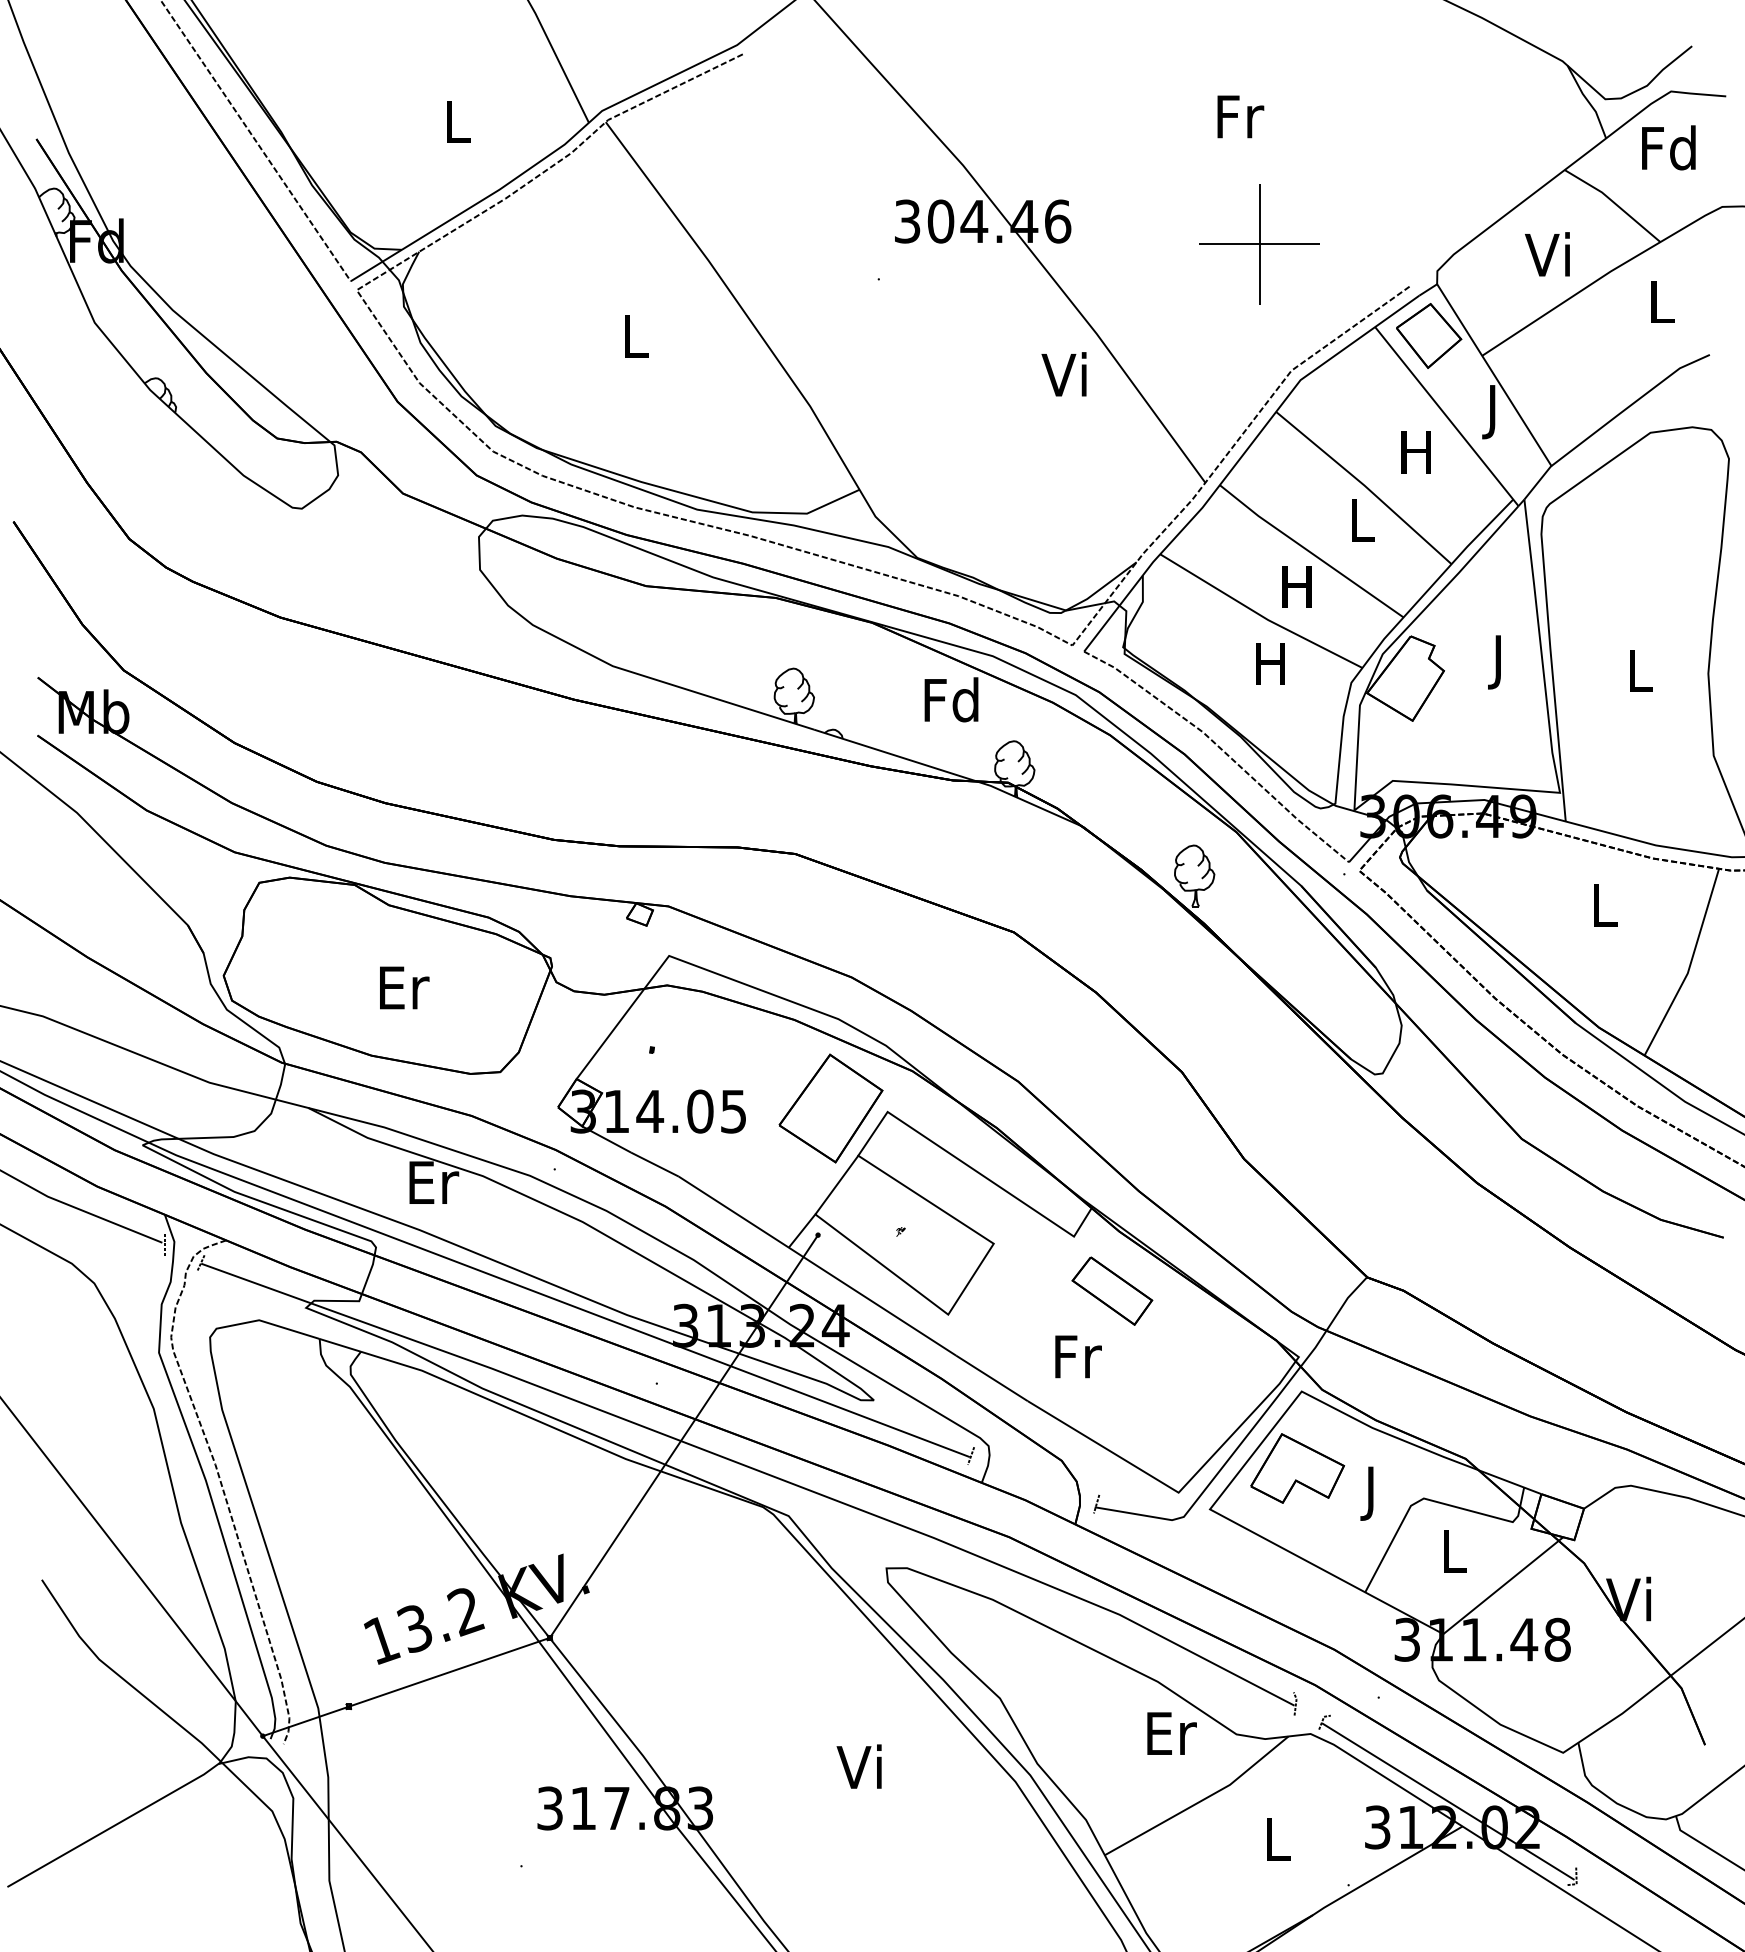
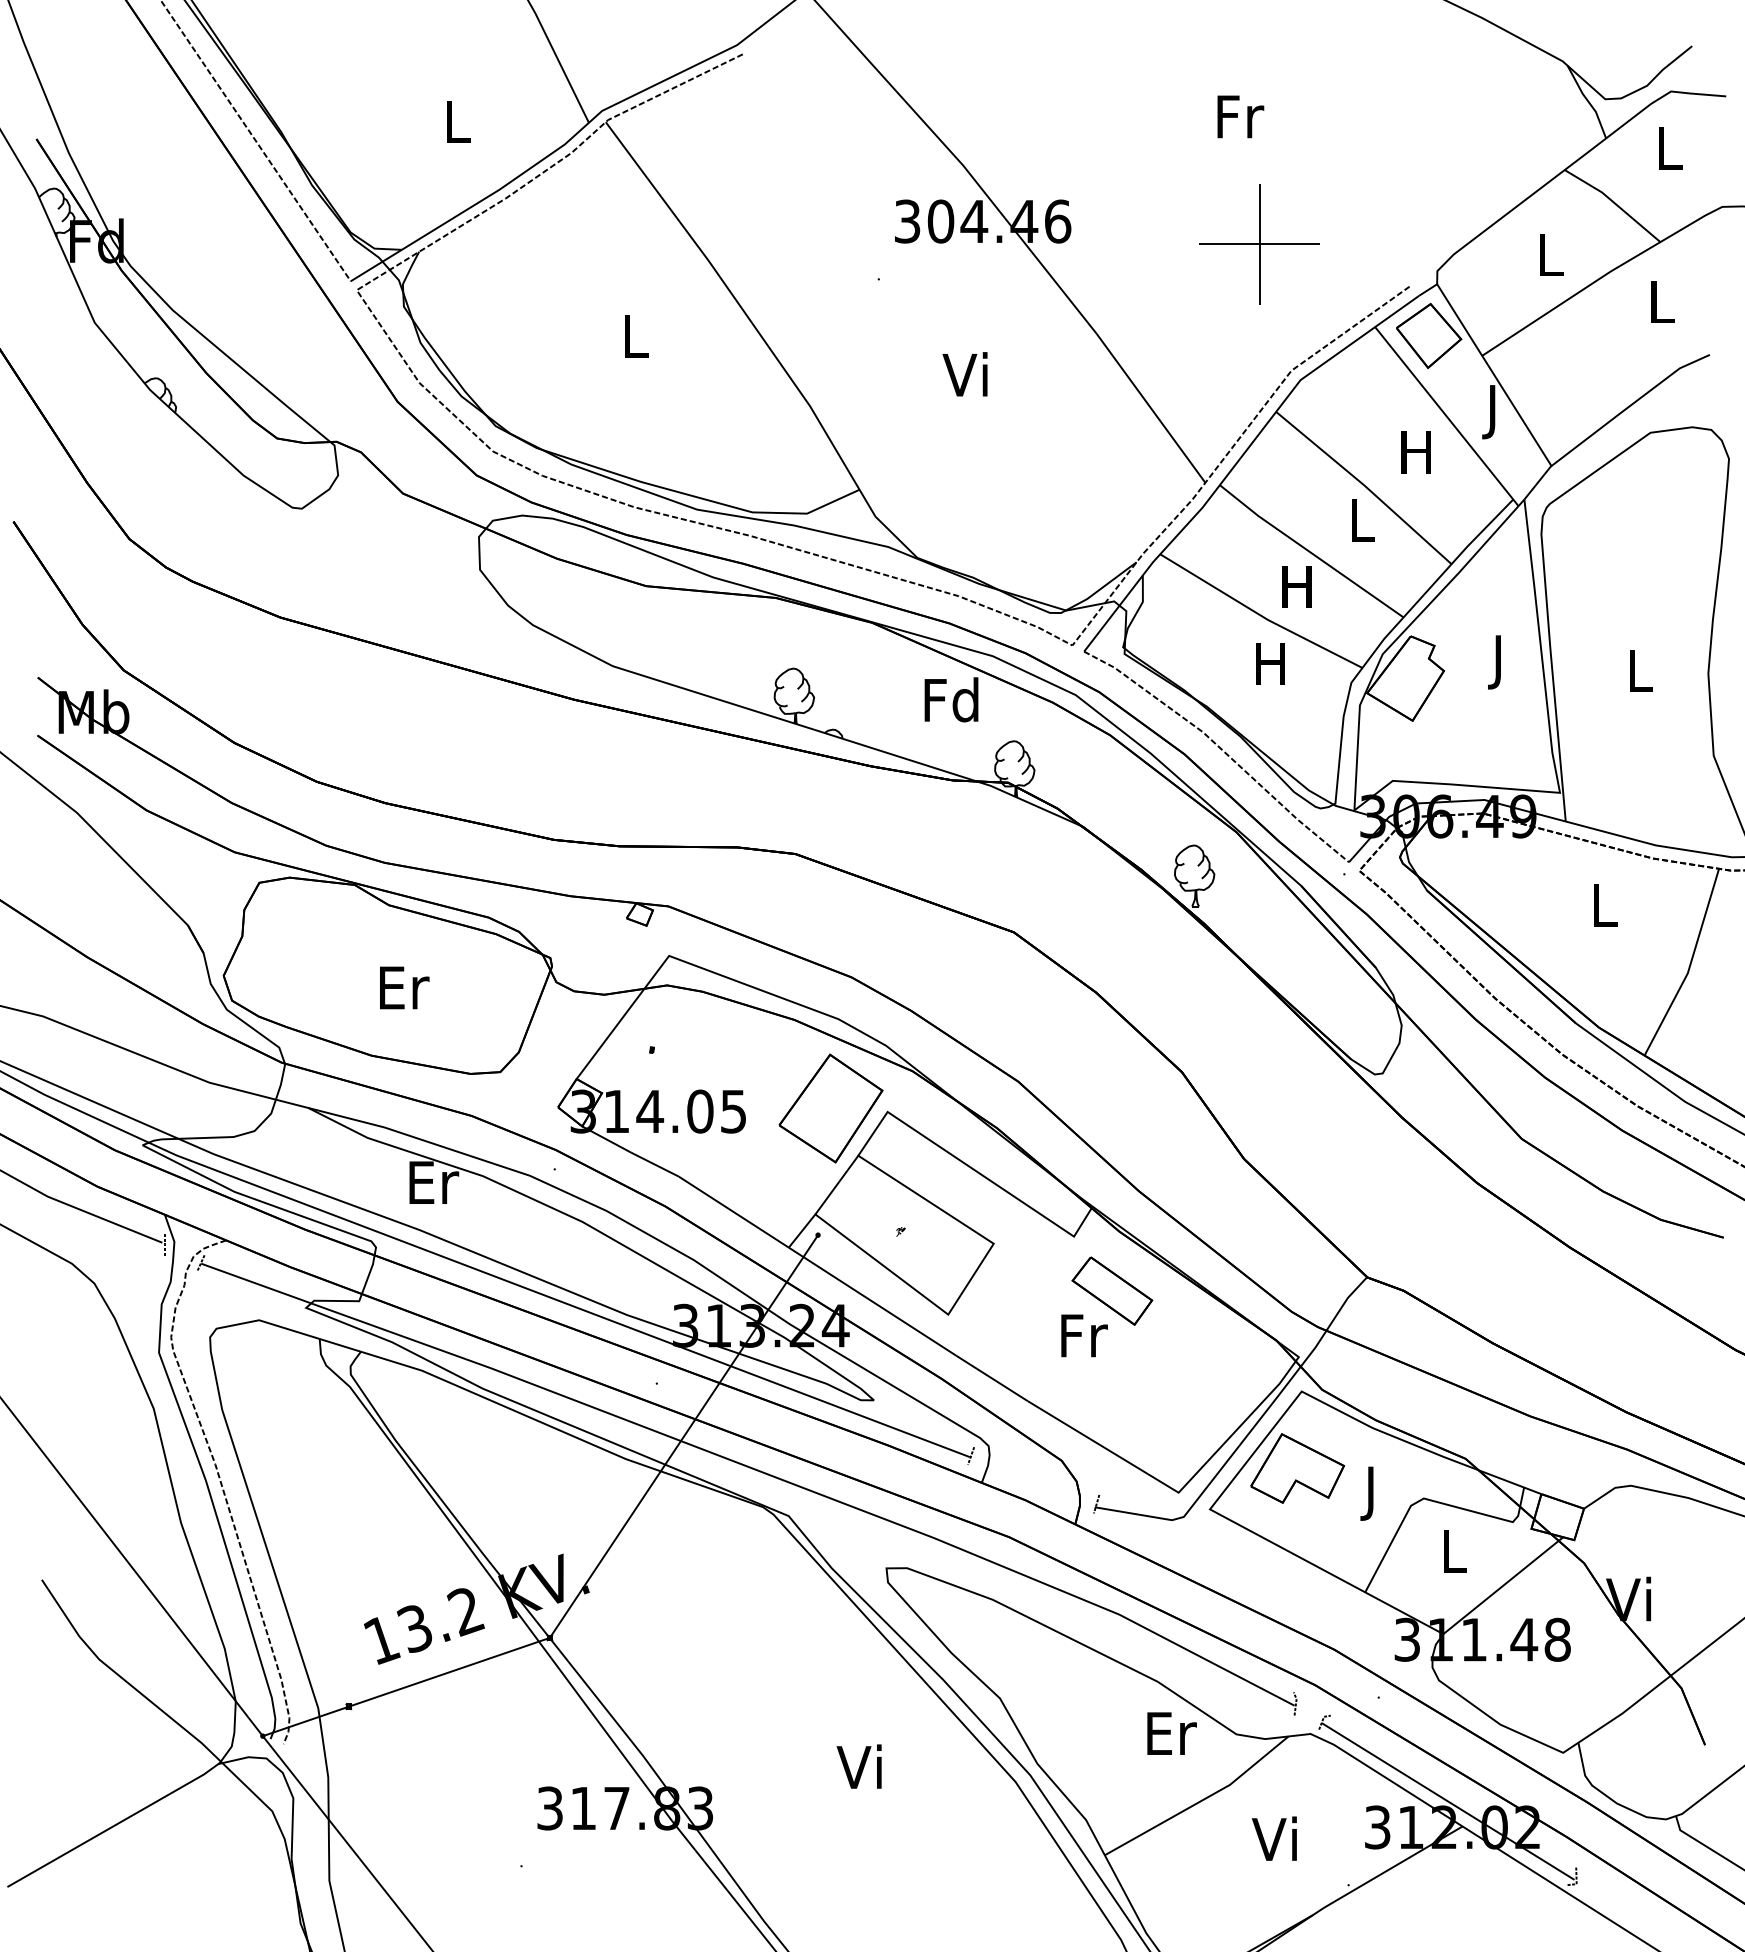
text at (1668, 147): Fd -> L
text at (1547, 254): Vi -> L
text at (1063, 374) position: (1063, 374) -> (964, 374)
text at (1078, 1356) position: (1078, 1356) -> (1084, 1335)
text at (1273, 1838): L -> Vi
